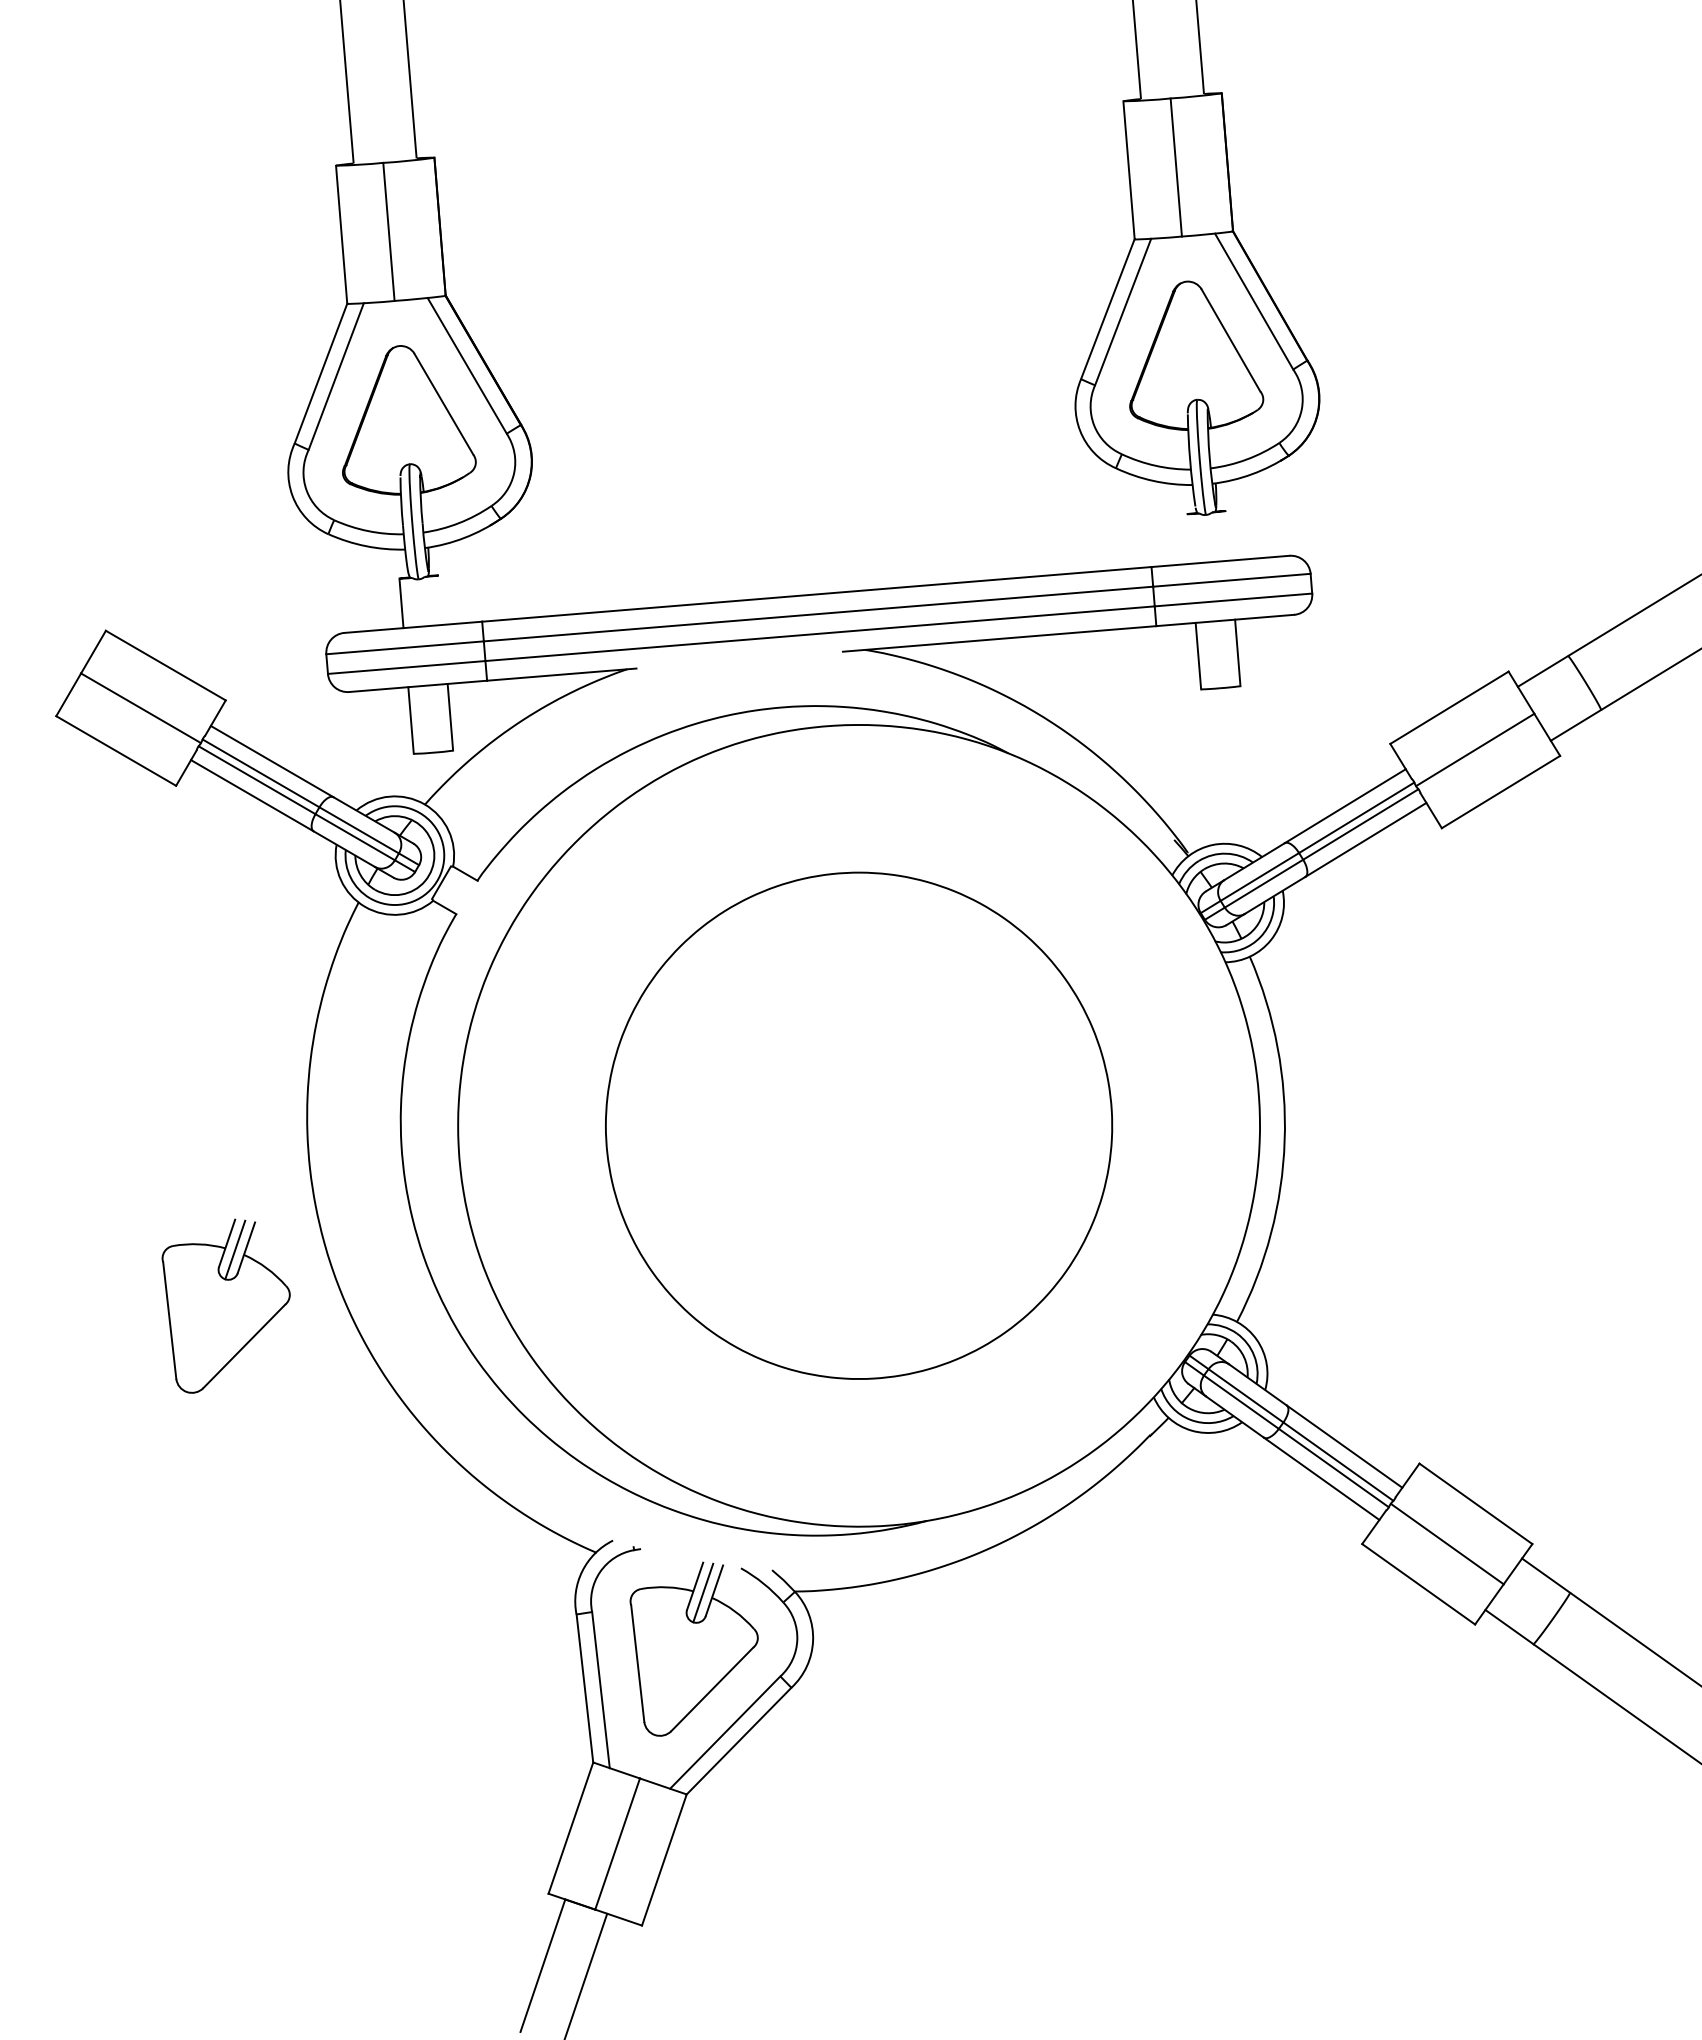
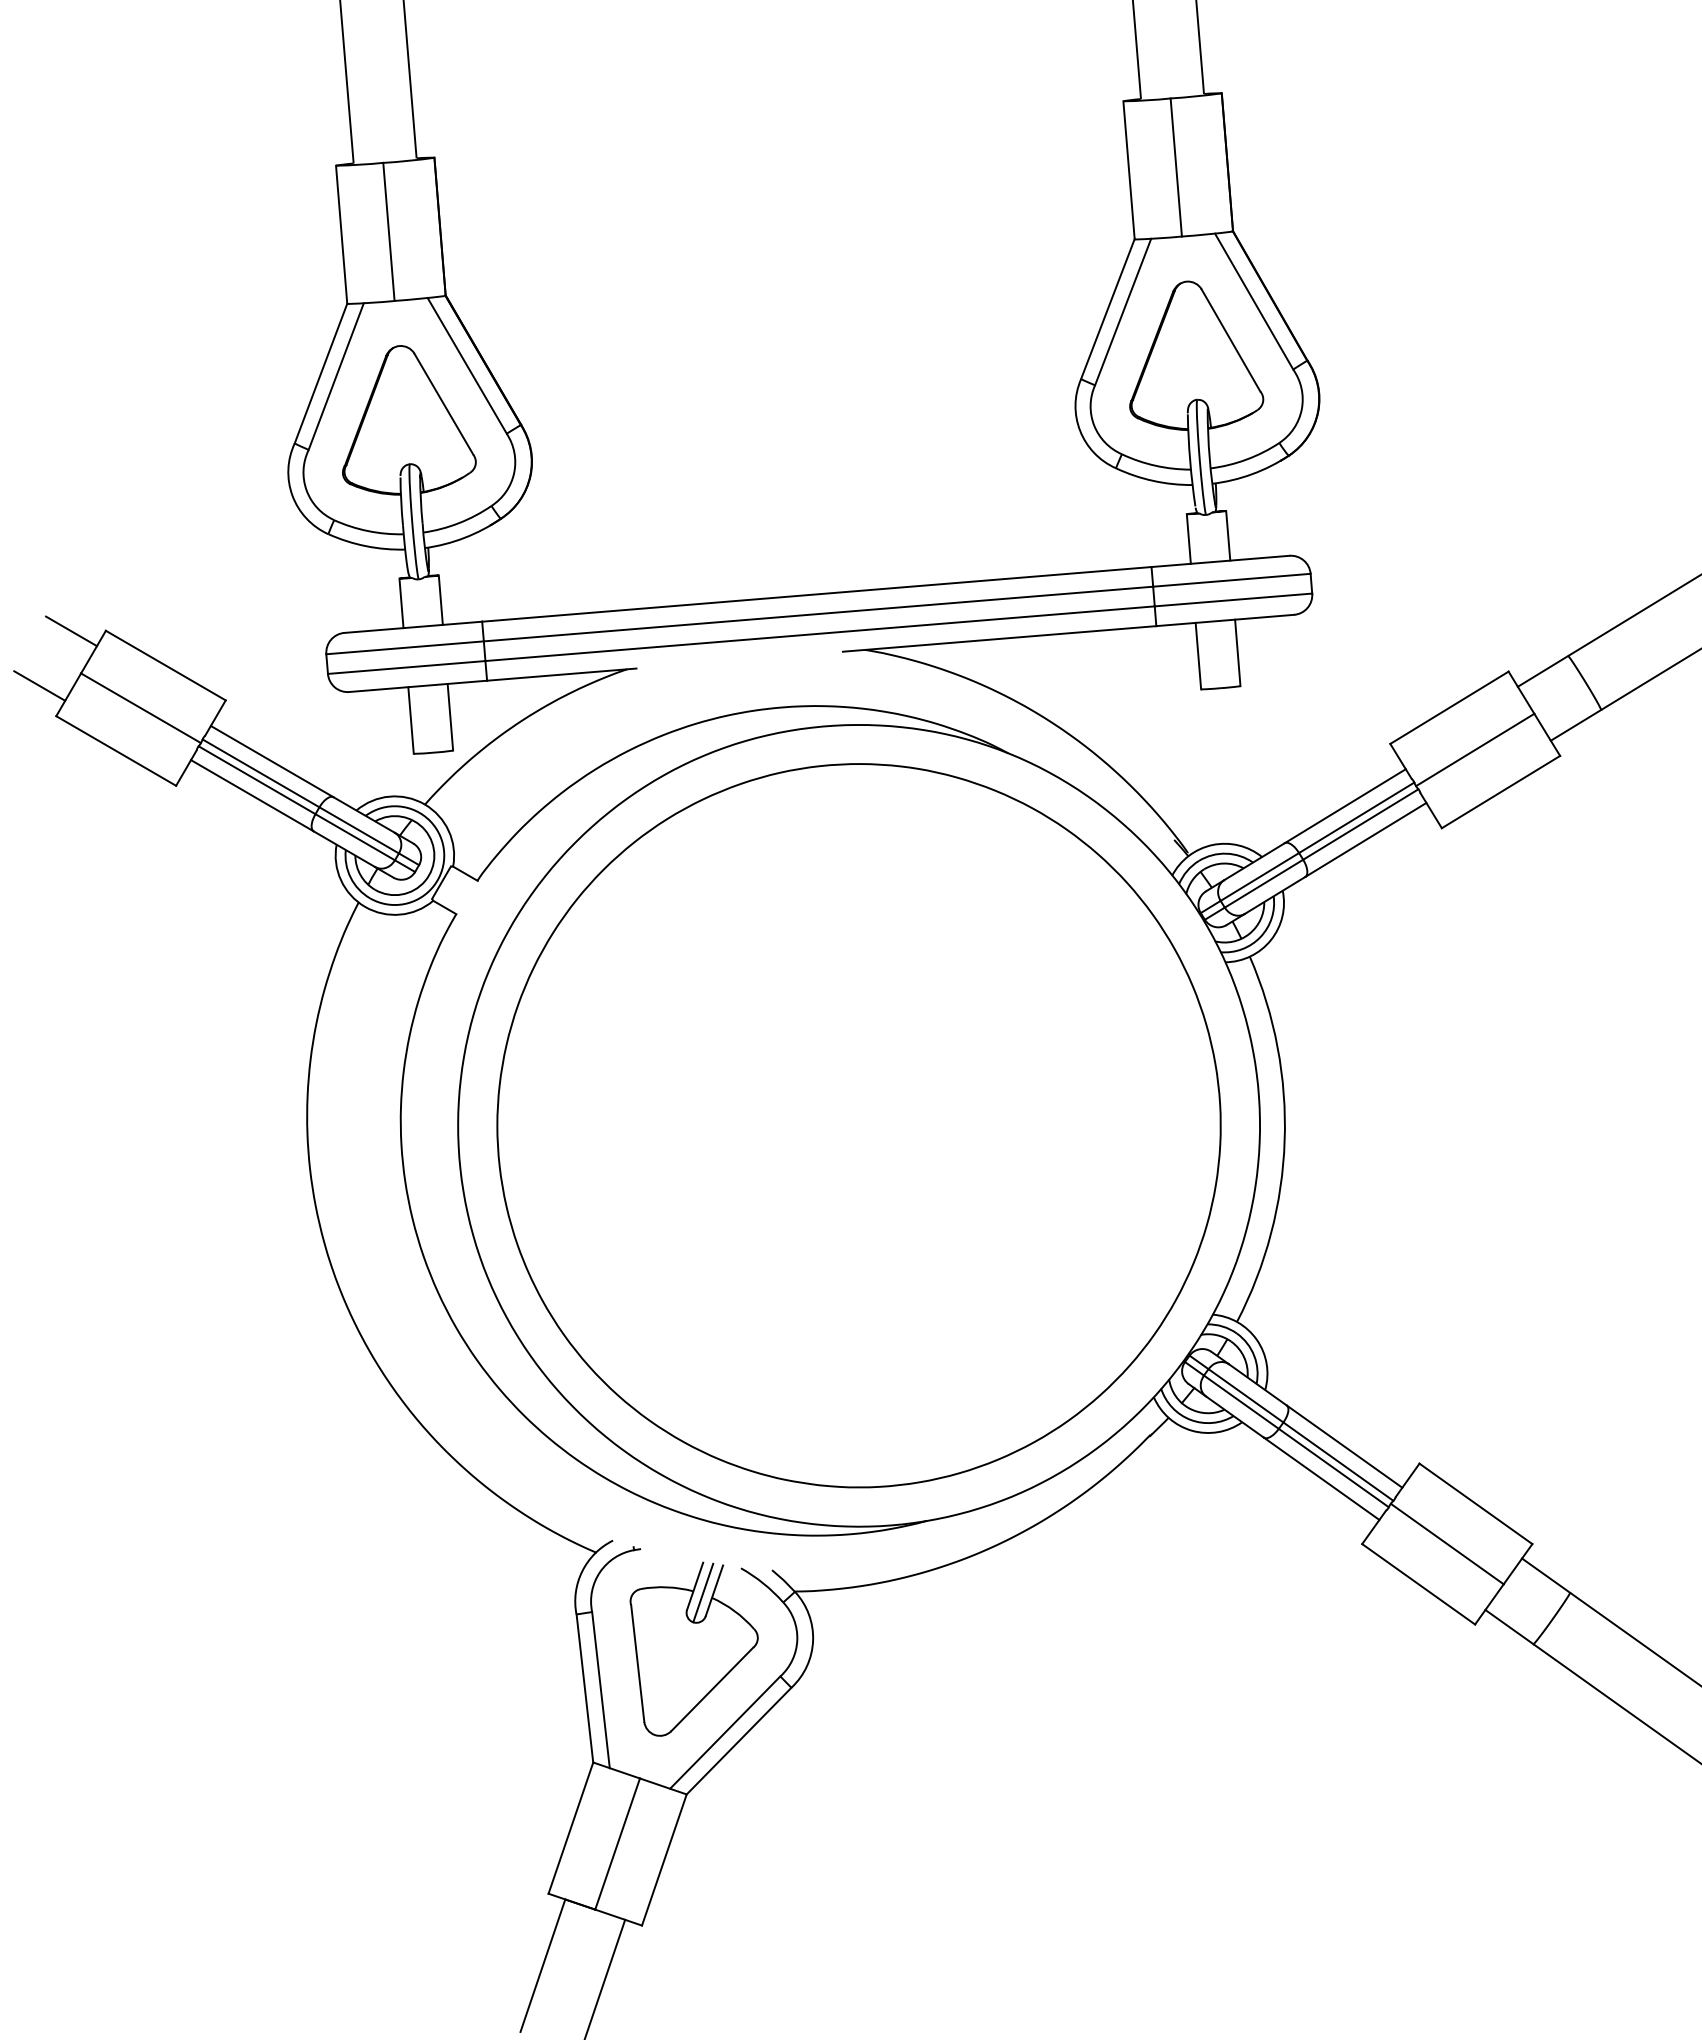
line at (1228, 535): none -> present
line at (1188, 538): none -> present
line at (440, 599): none -> present
line at (71, 631): none -> present
line at (39, 685): none -> present
part at (859, 1125) size: 509x509 px -> 726x726 px
part at (225, 1305): present -> none
line at (586, 1974) position: (586, 1974) -> (605, 1977)
